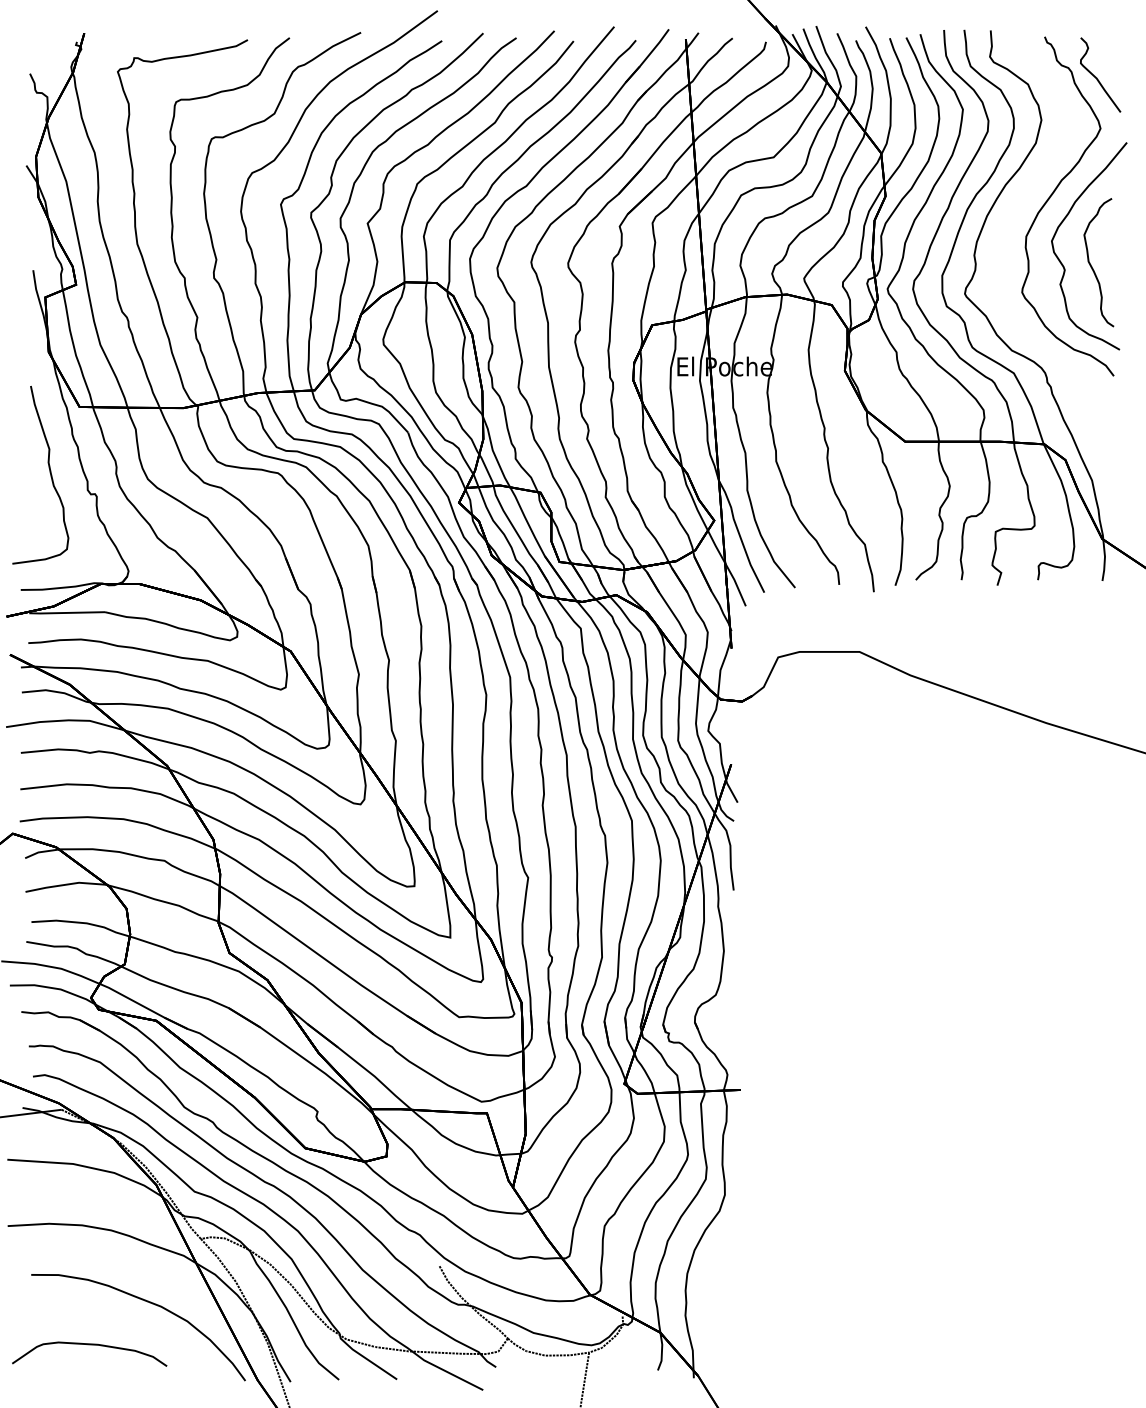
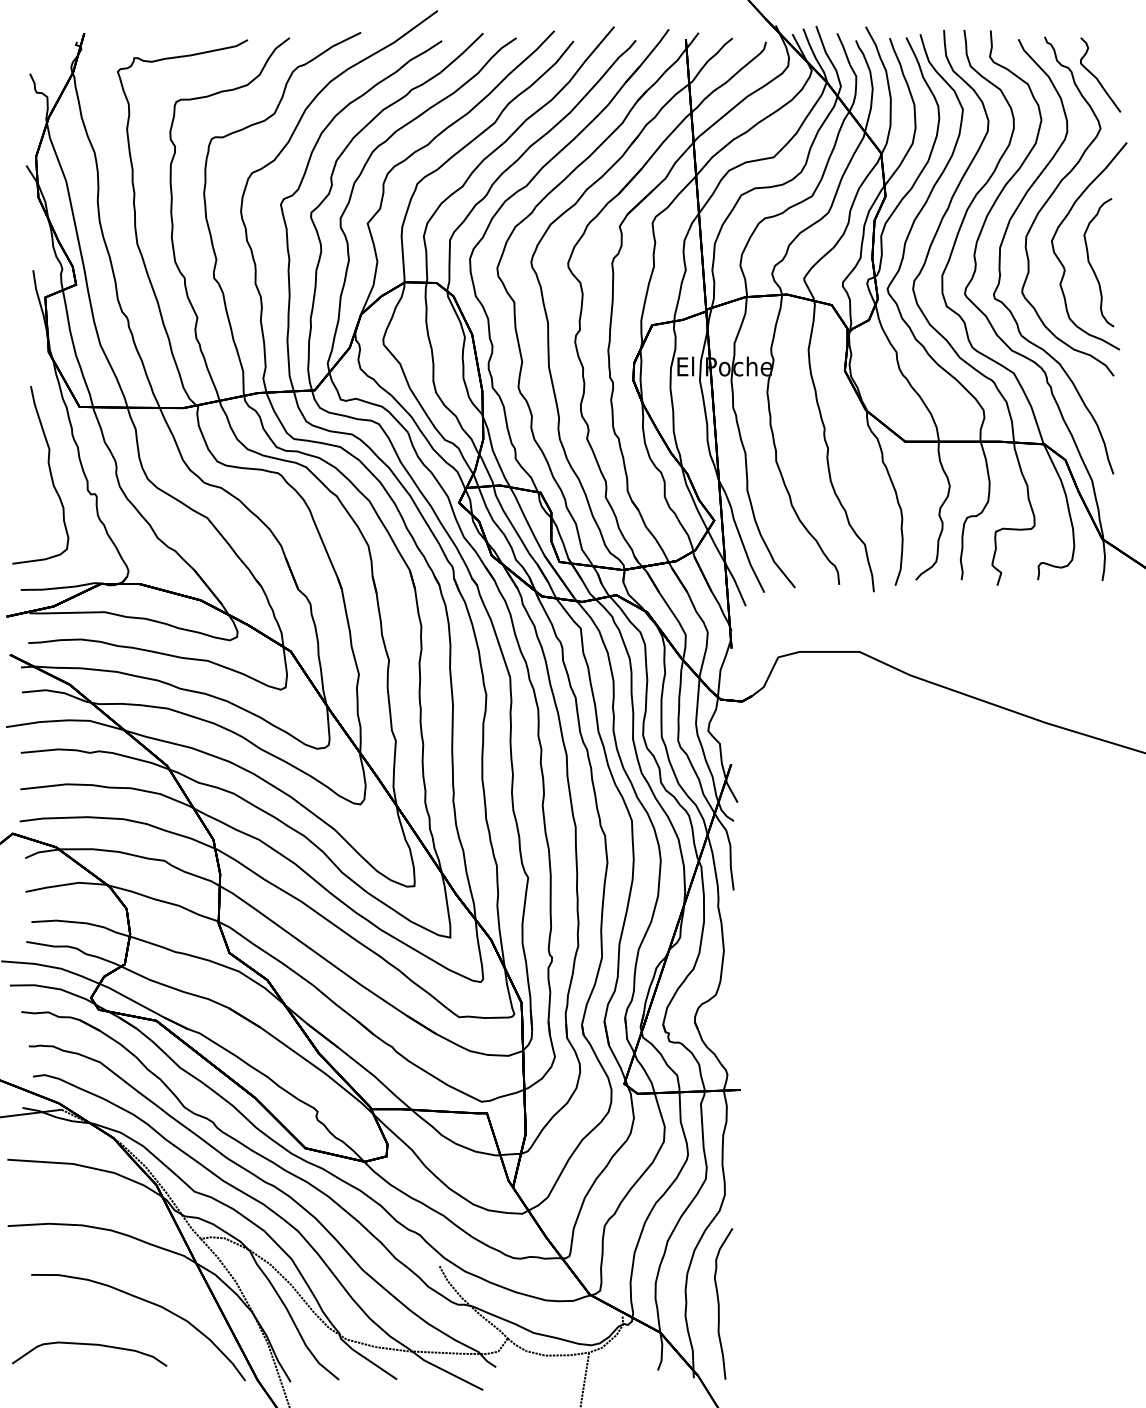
part at (1004, 238): none -> present
curve at (719, 1303): none -> present
